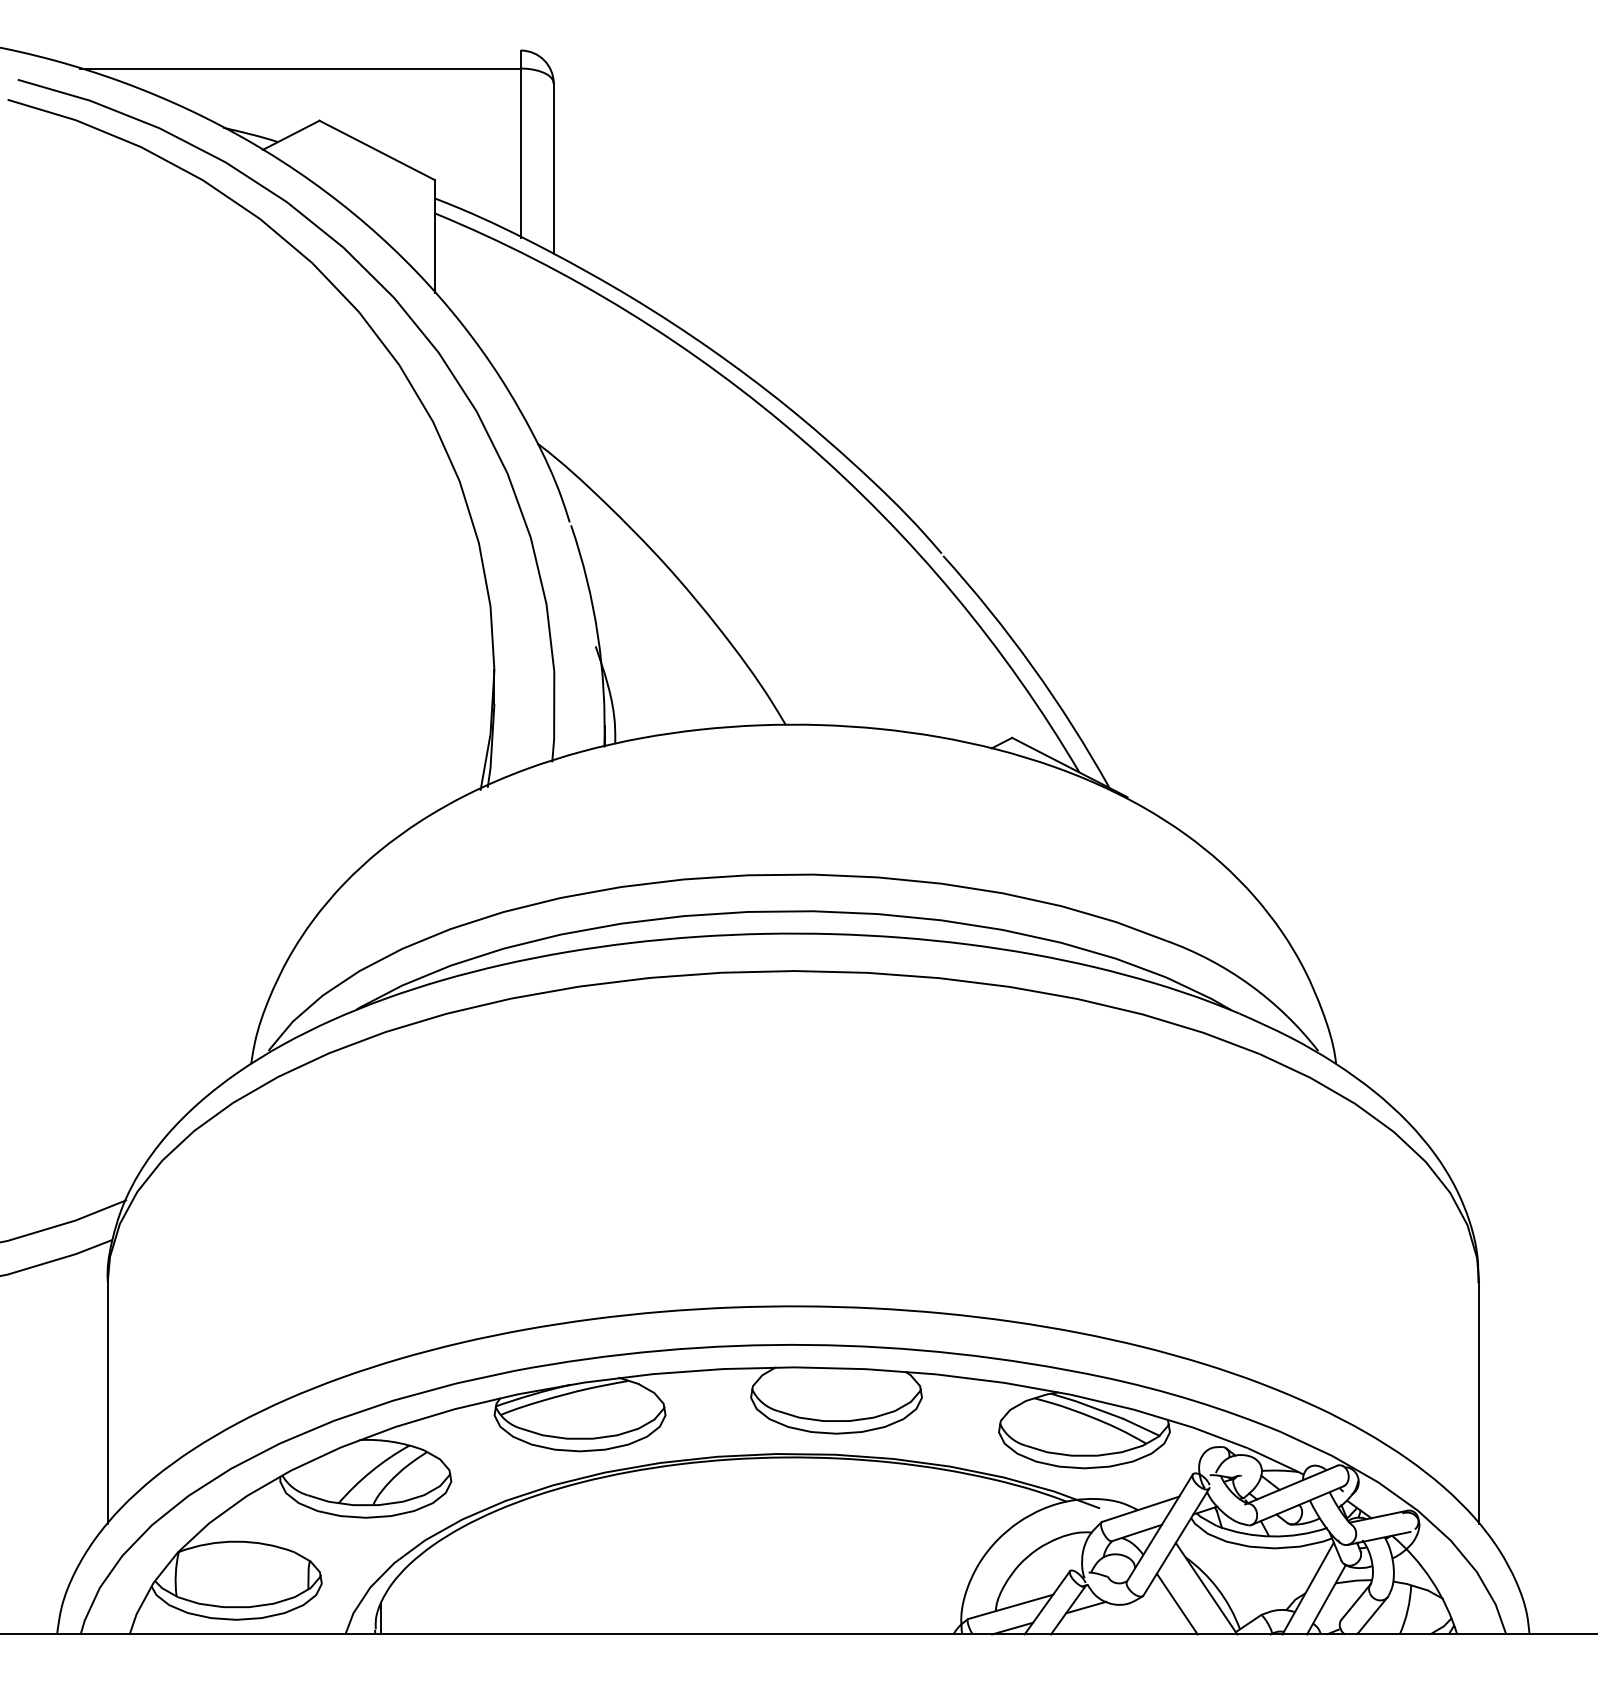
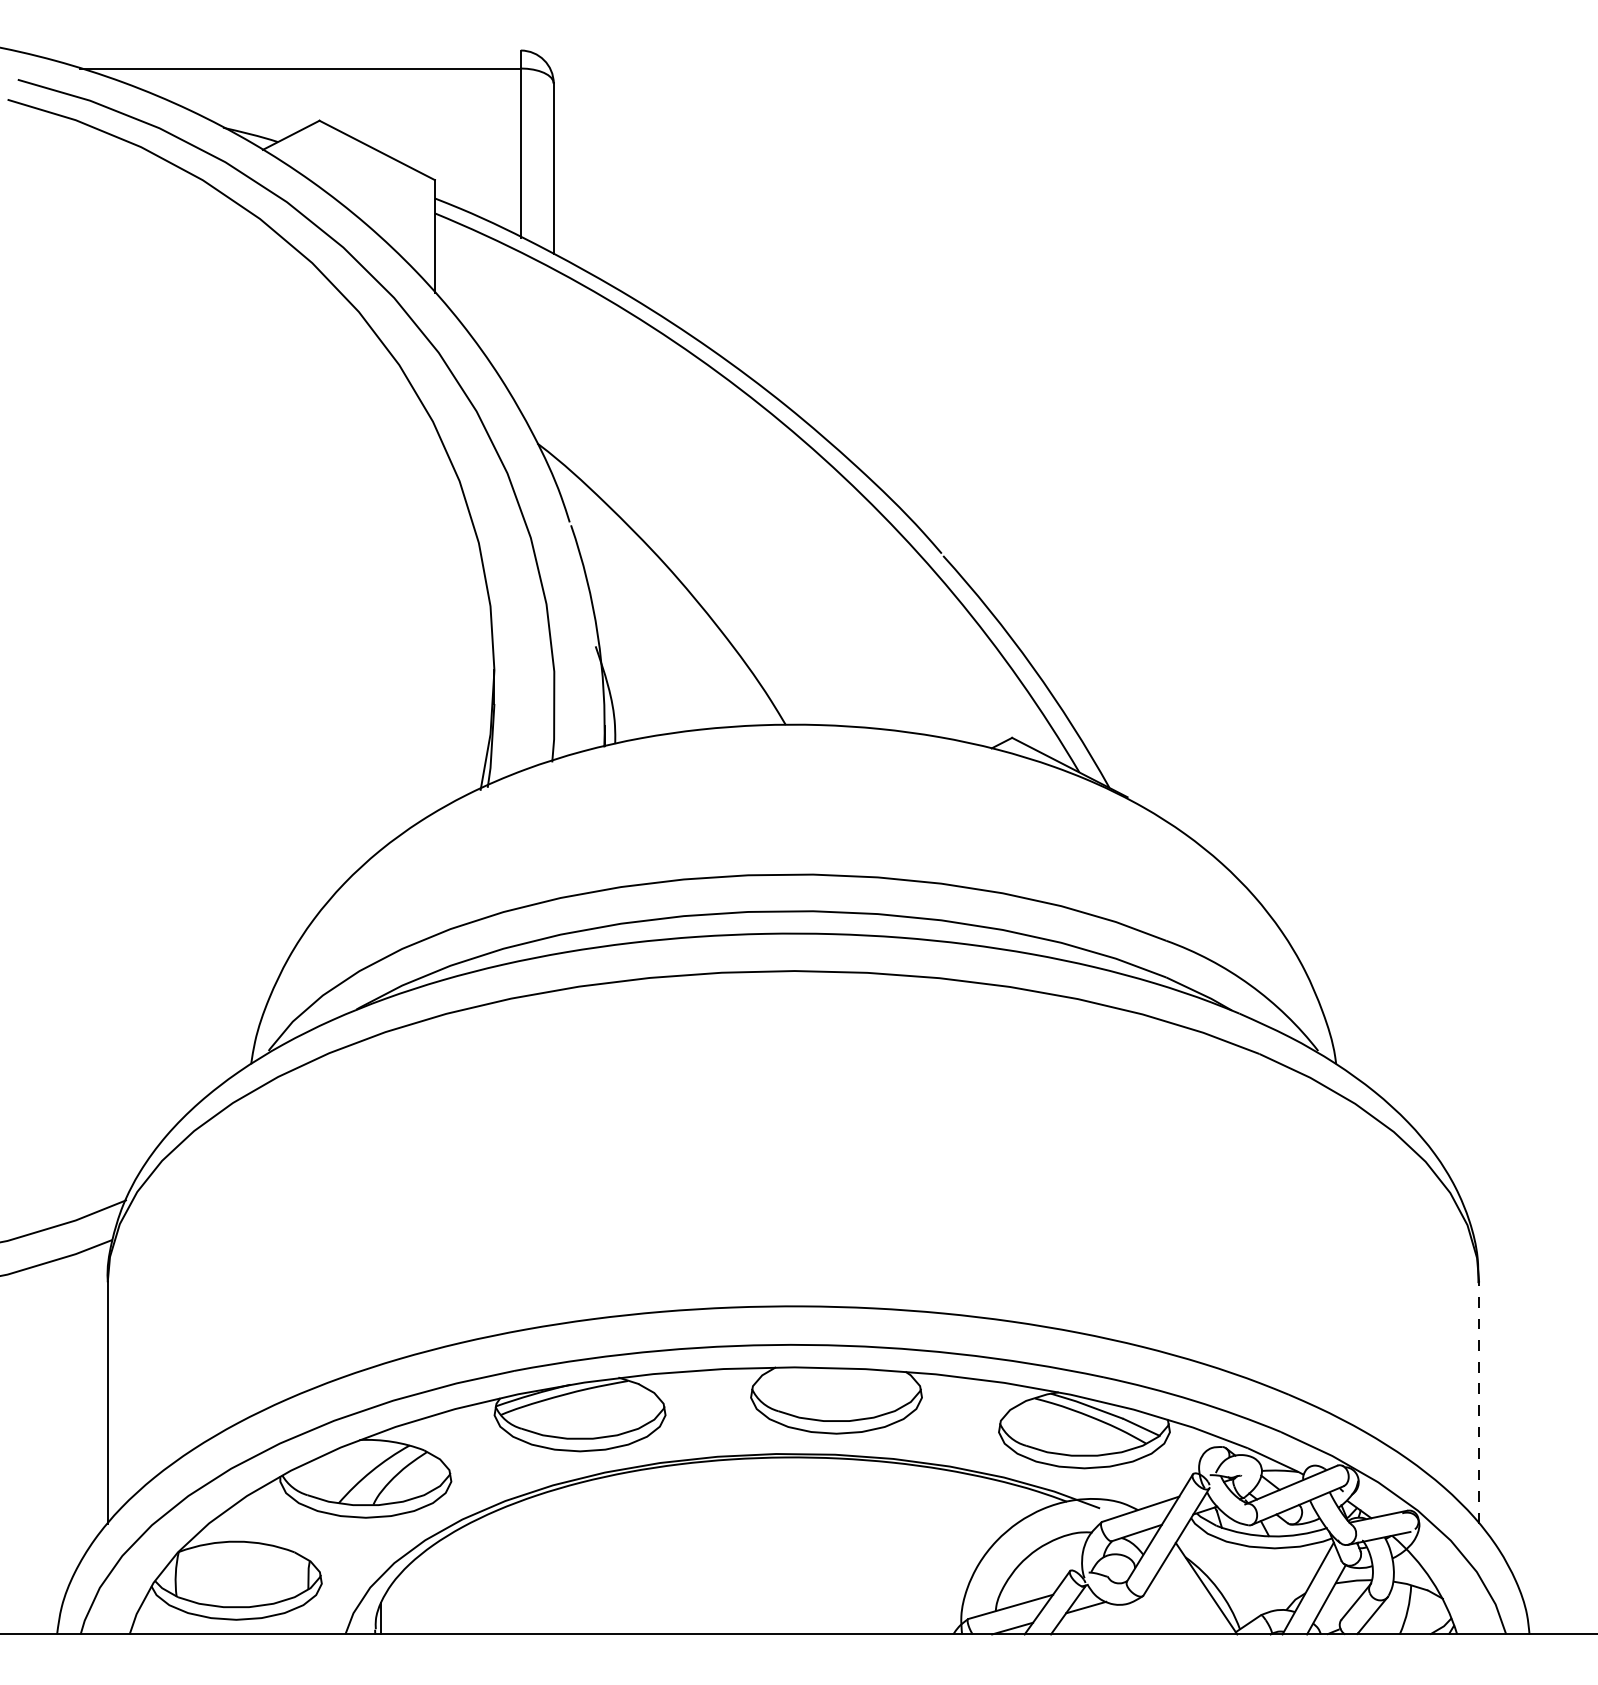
line at (1479, 1403): solid -> dashed
line at (1176, 1603): present -> none
